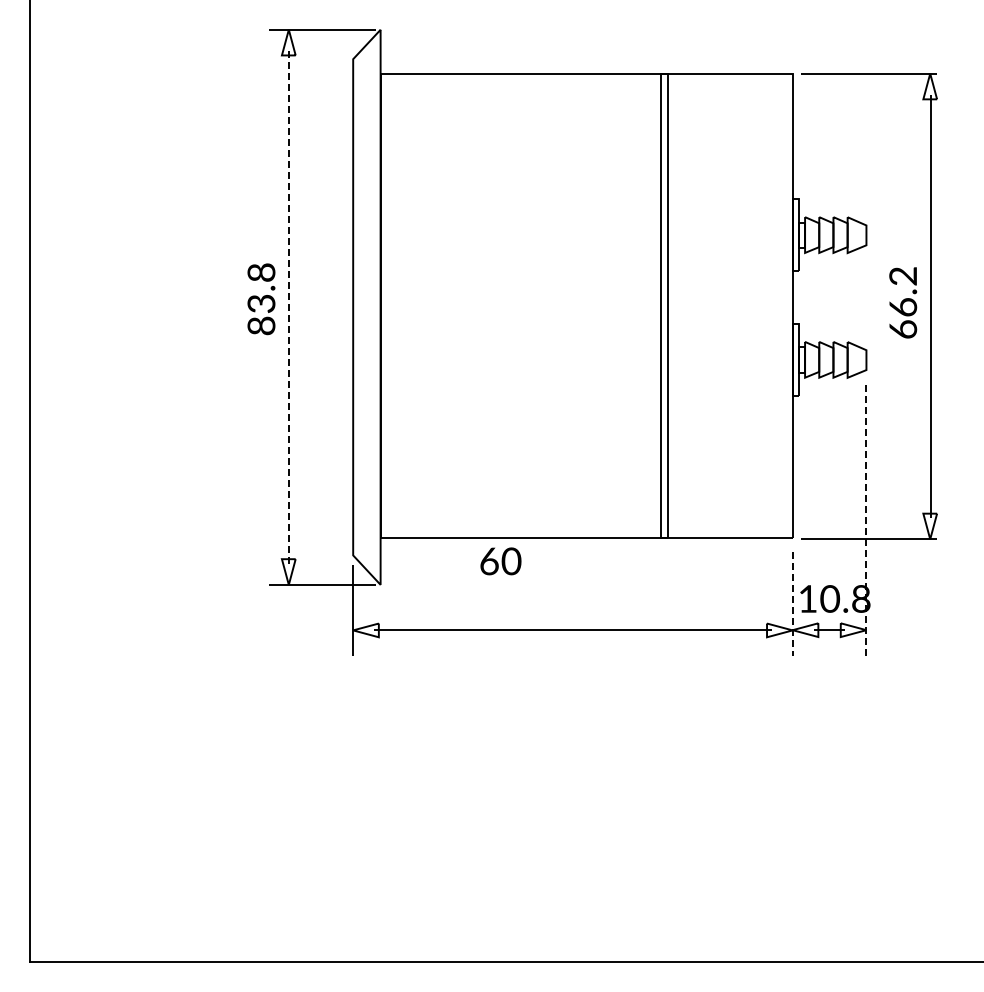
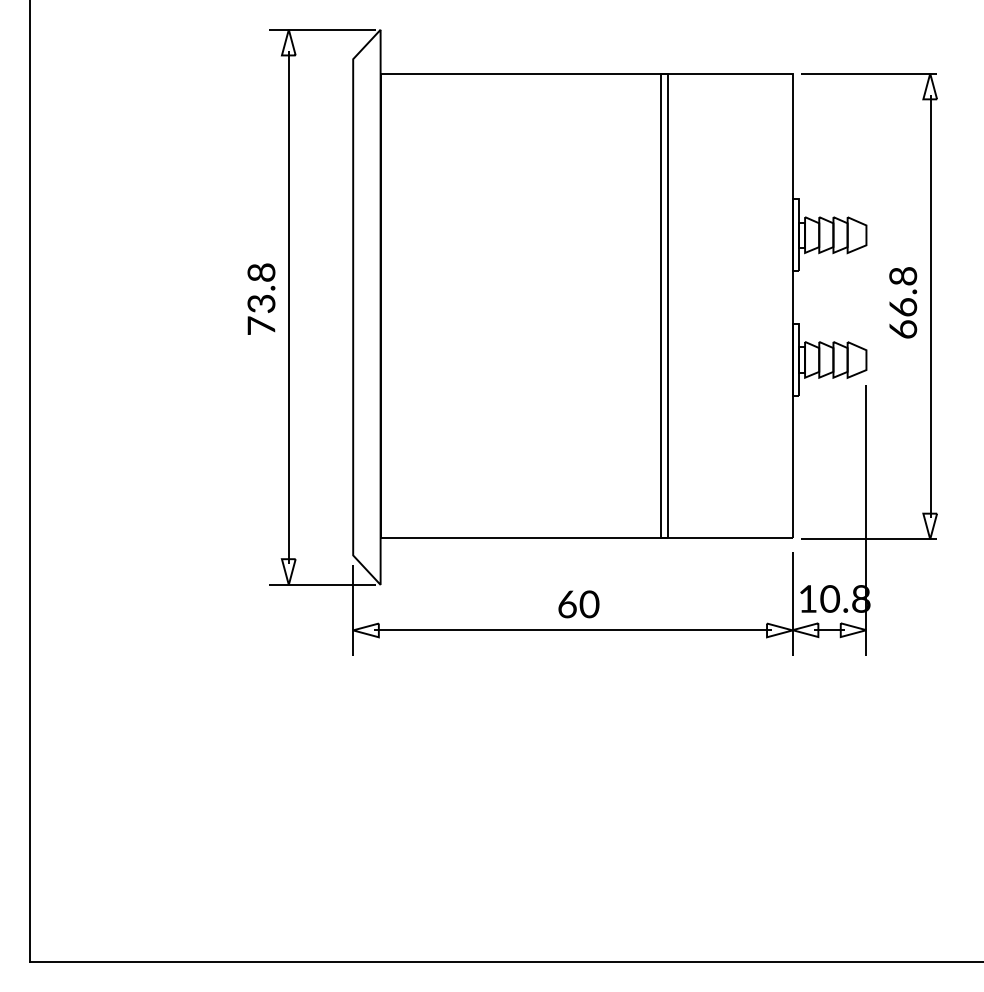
text at (903, 276): 66.2 -> 66.8
line at (289, 307): dashed -> solid
text at (261, 325): 83.8 -> 73.8
line at (866, 520): dashed -> solid
text at (500, 561) position: (500, 561) -> (578, 604)
line at (792, 603): dashed -> solid
